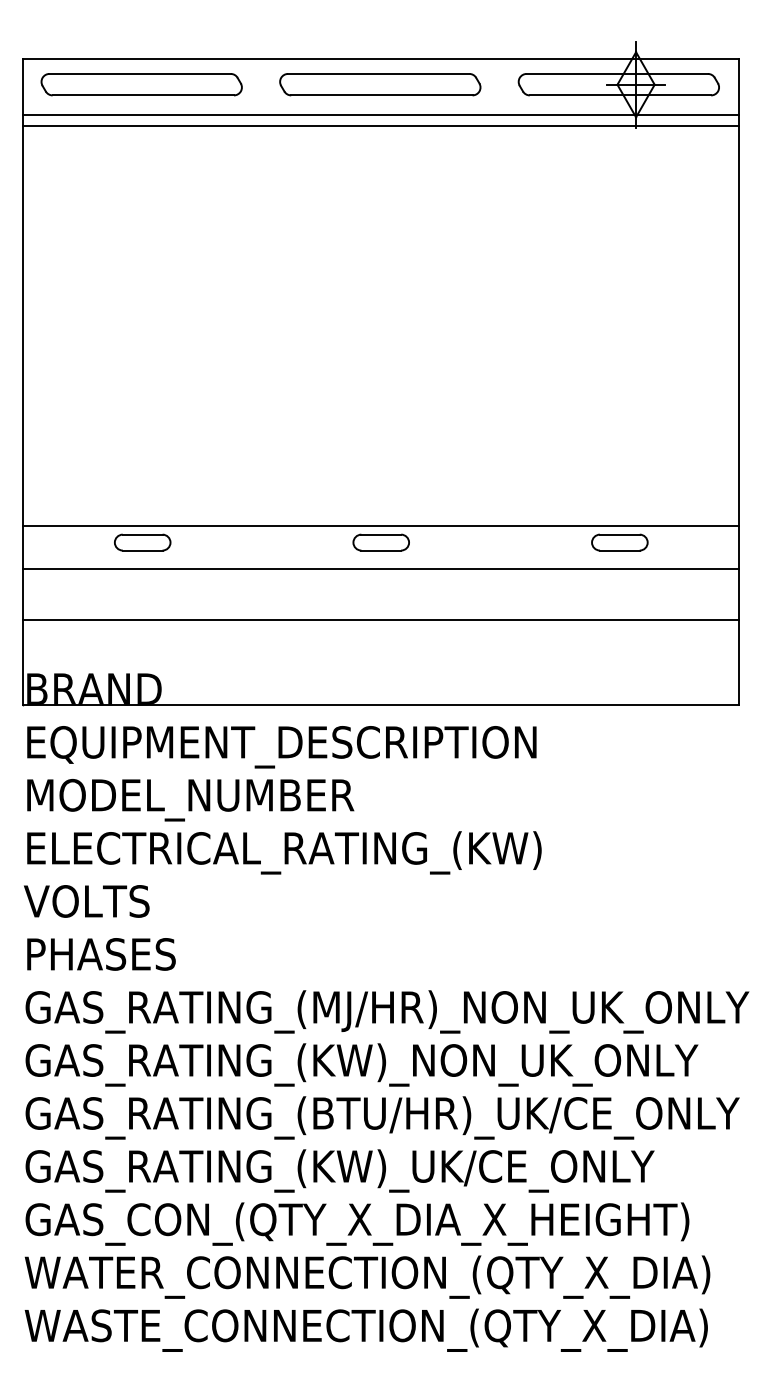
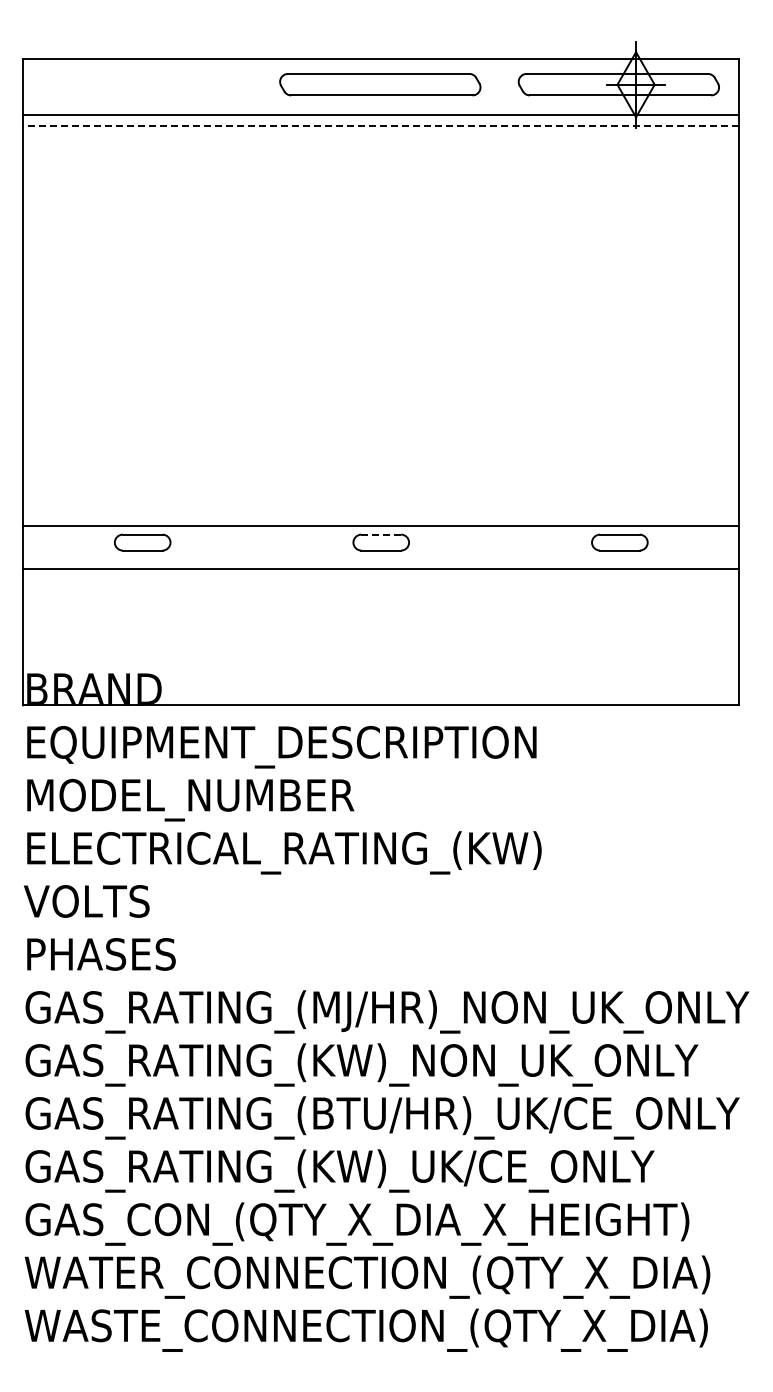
part at (141, 84): present -> none
line at (381, 125): solid -> dashed
line at (381, 534): solid -> dashed
line at (381, 620): present -> none
